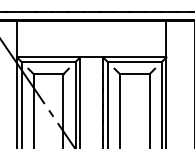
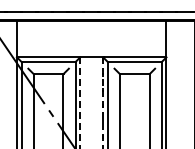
line at (80, 103): solid -> dashed
line at (103, 103): solid -> dashed
